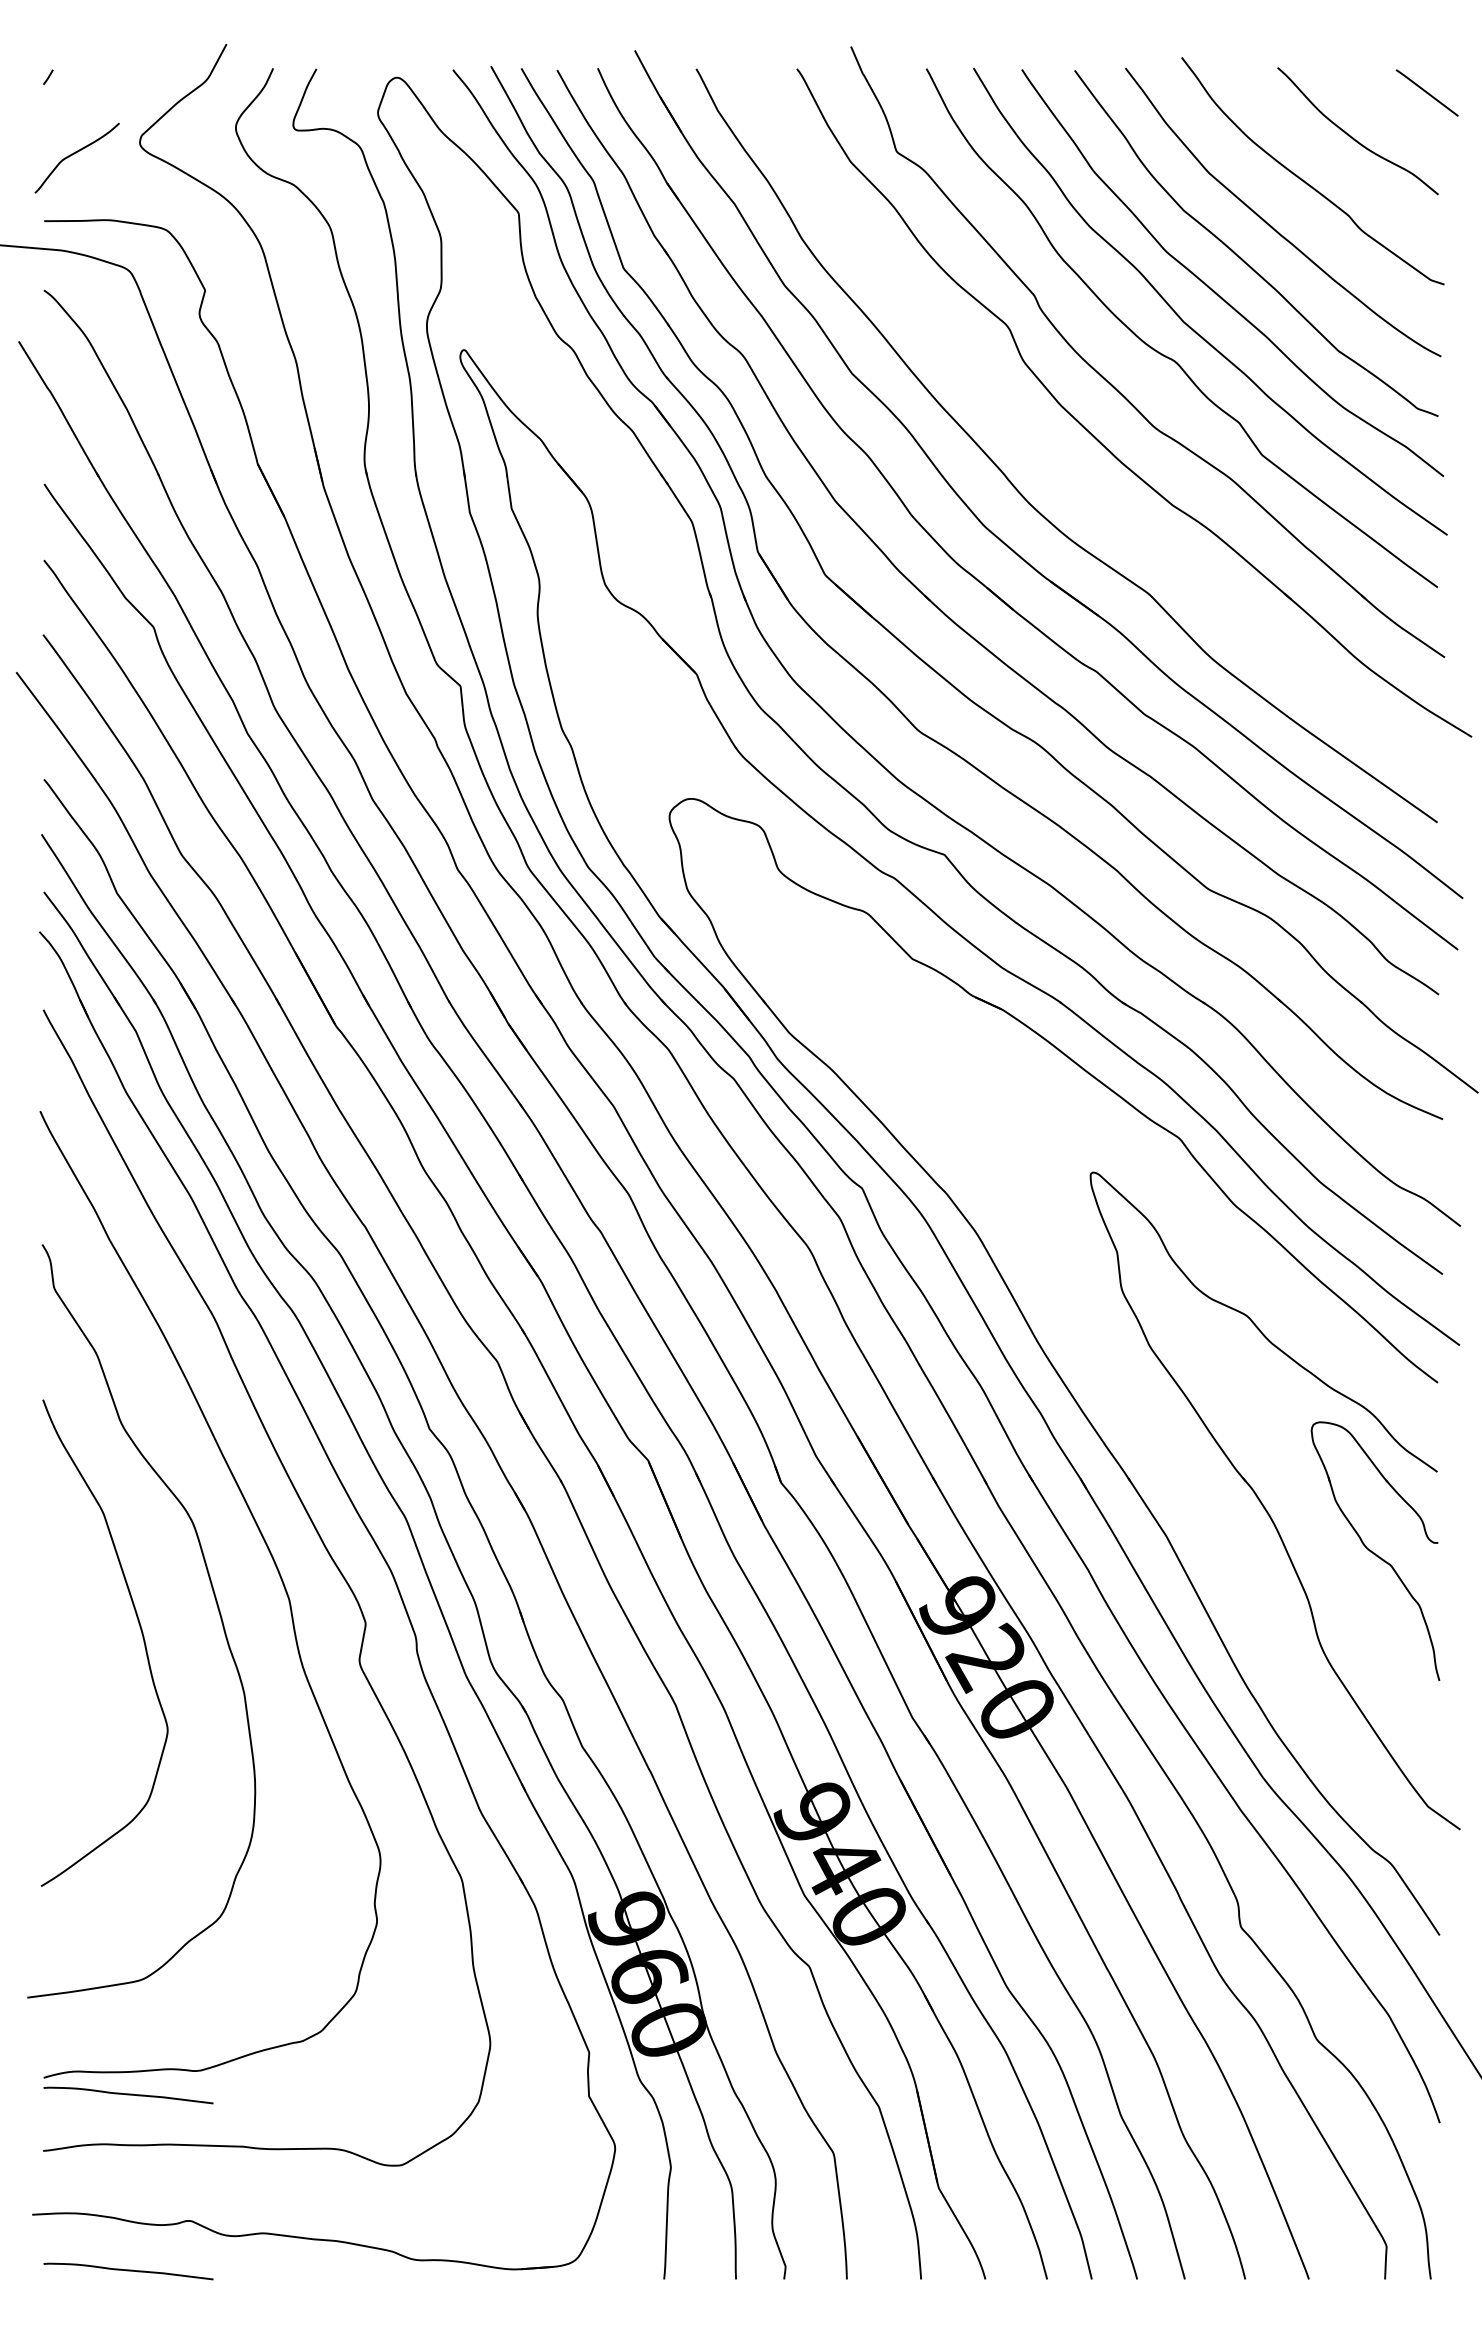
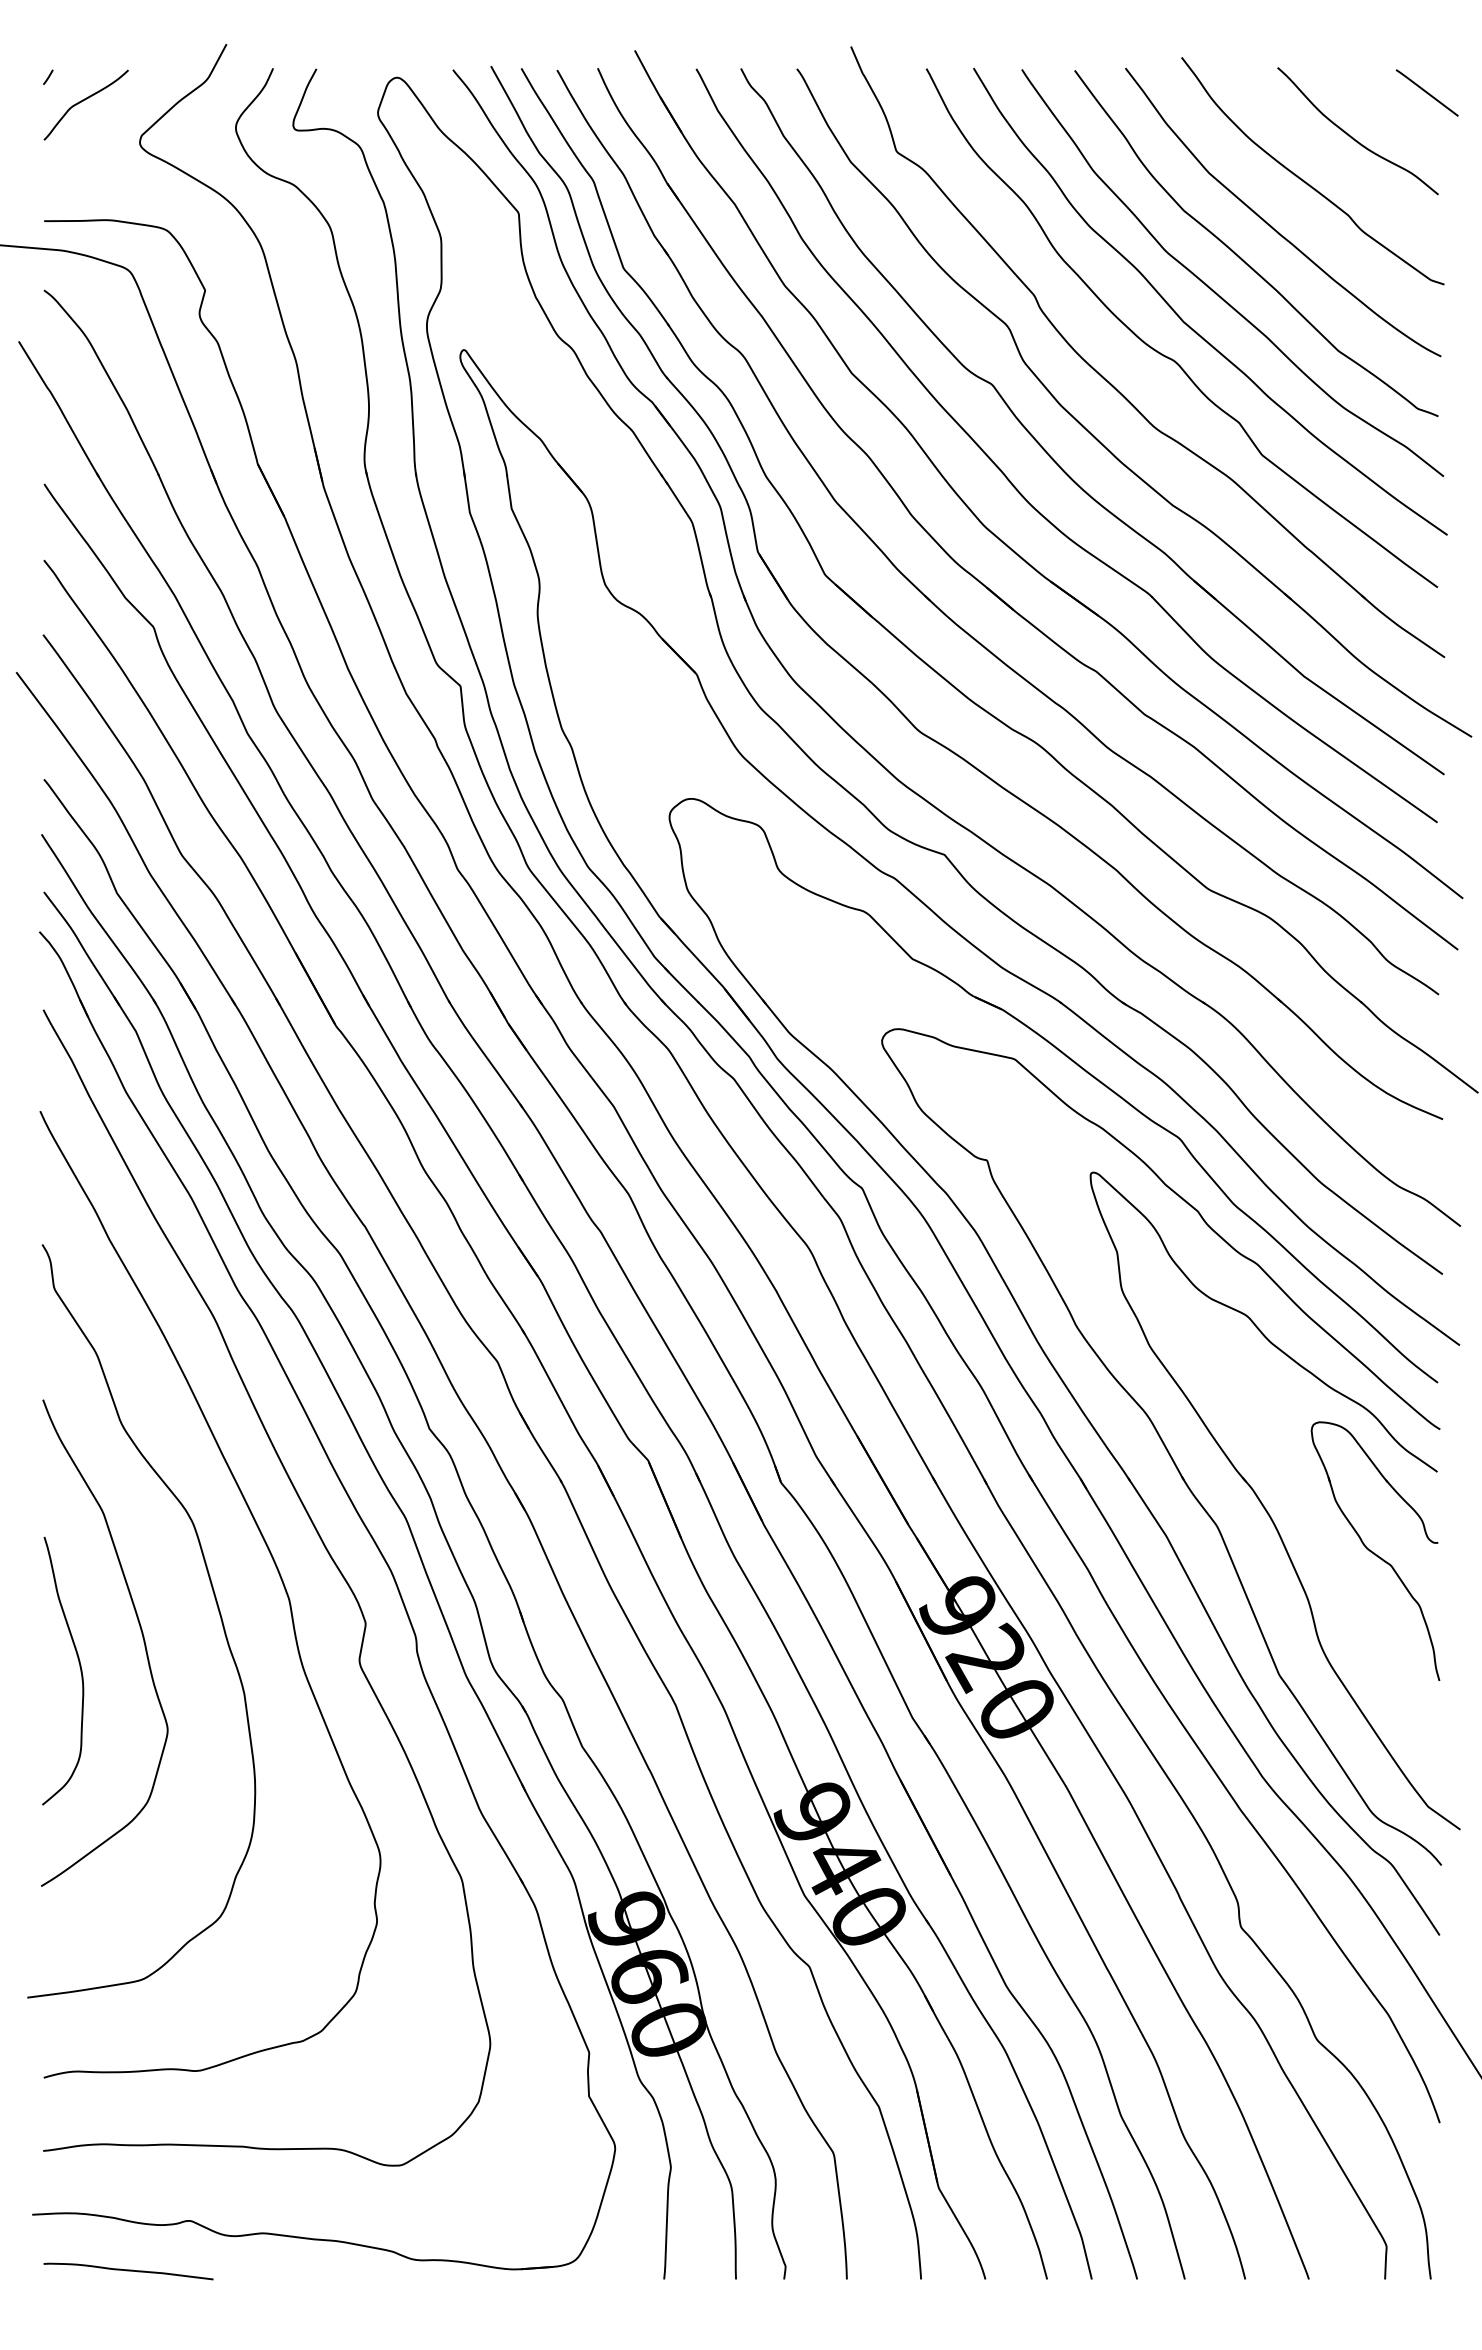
curve at (74, 154) position: (74, 154) -> (83, 101)
part at (1054, 459): none -> present
part at (1161, 1446): none -> present
curve at (79, 1667): none -> present
curve at (128, 2095): present -> none
